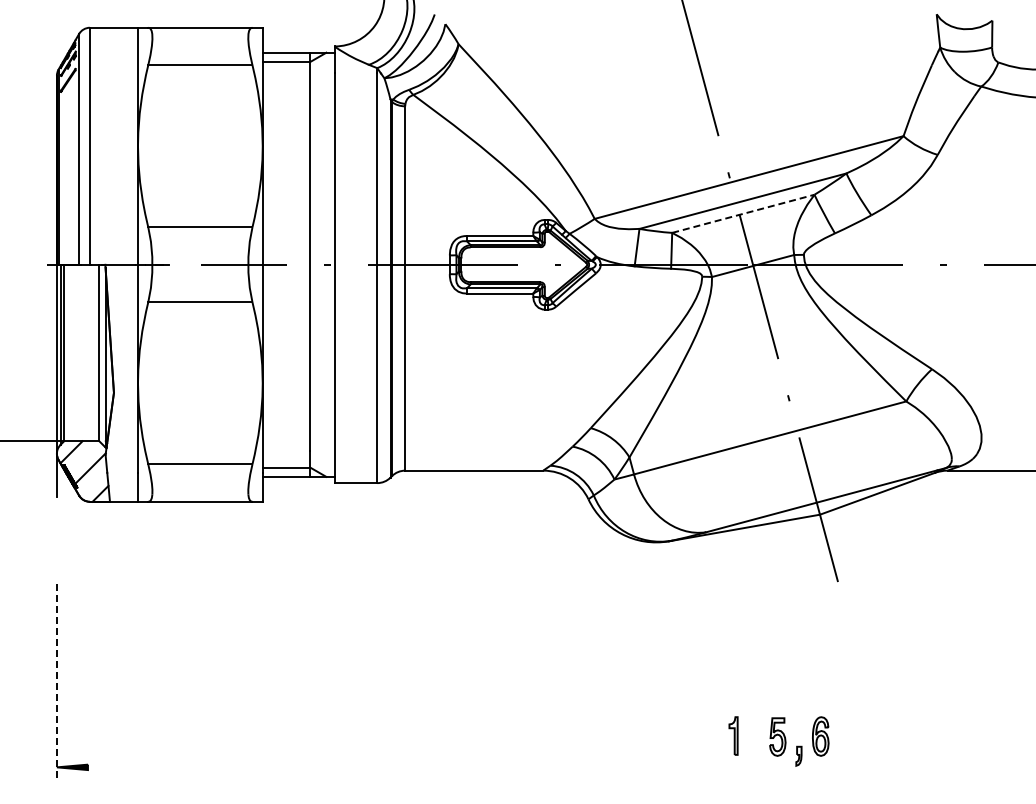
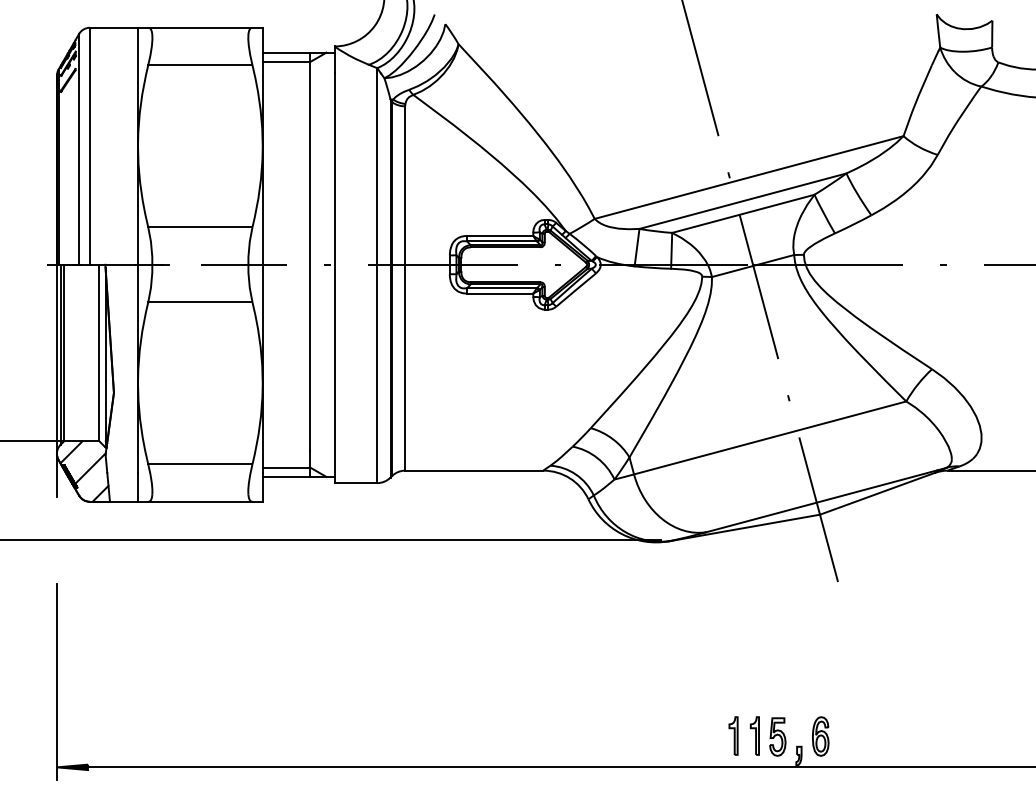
line at (743, 213): dashed -> solid
line at (331, 540): none -> present
line at (56, 682): dashed -> solid
part at (754, 735): none -> present
line at (559, 767): none -> present
